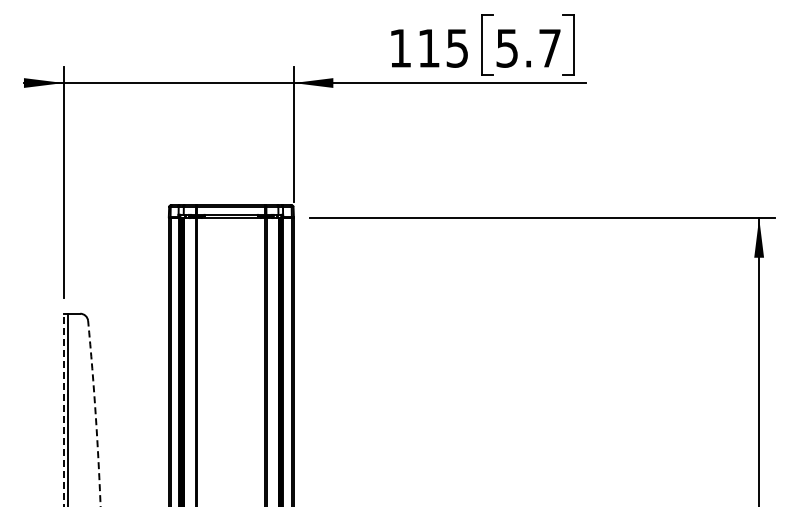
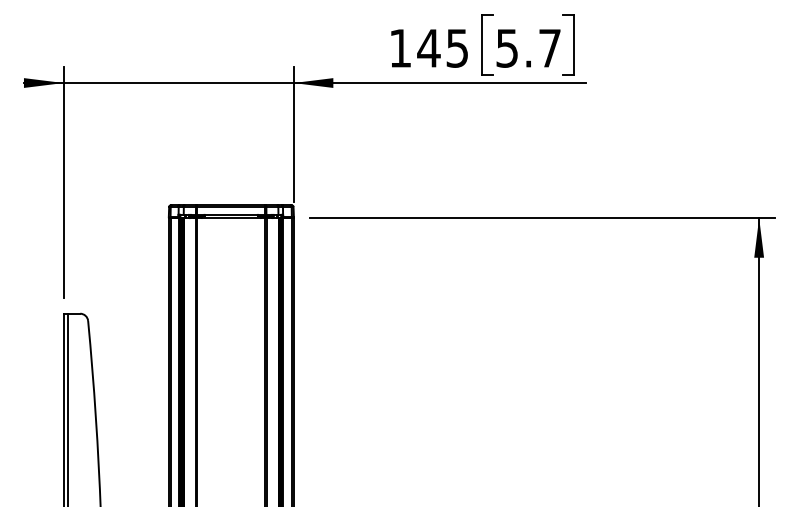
text at (428, 48): 115 -> 145
line at (63, 409): dashed -> solid
arc at (95, 413): dashed -> solid
